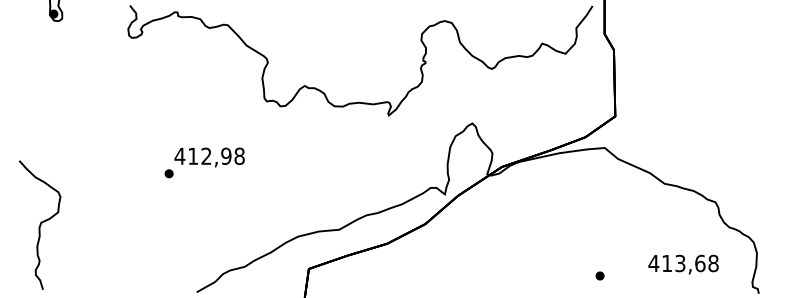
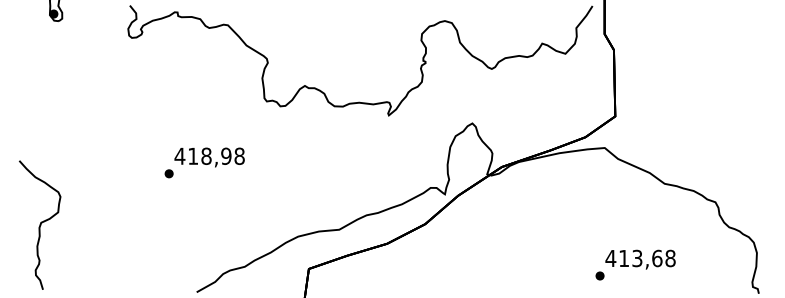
text at (206, 155): 412,98 -> 418,98
text at (683, 264) position: (683, 264) -> (640, 259)
